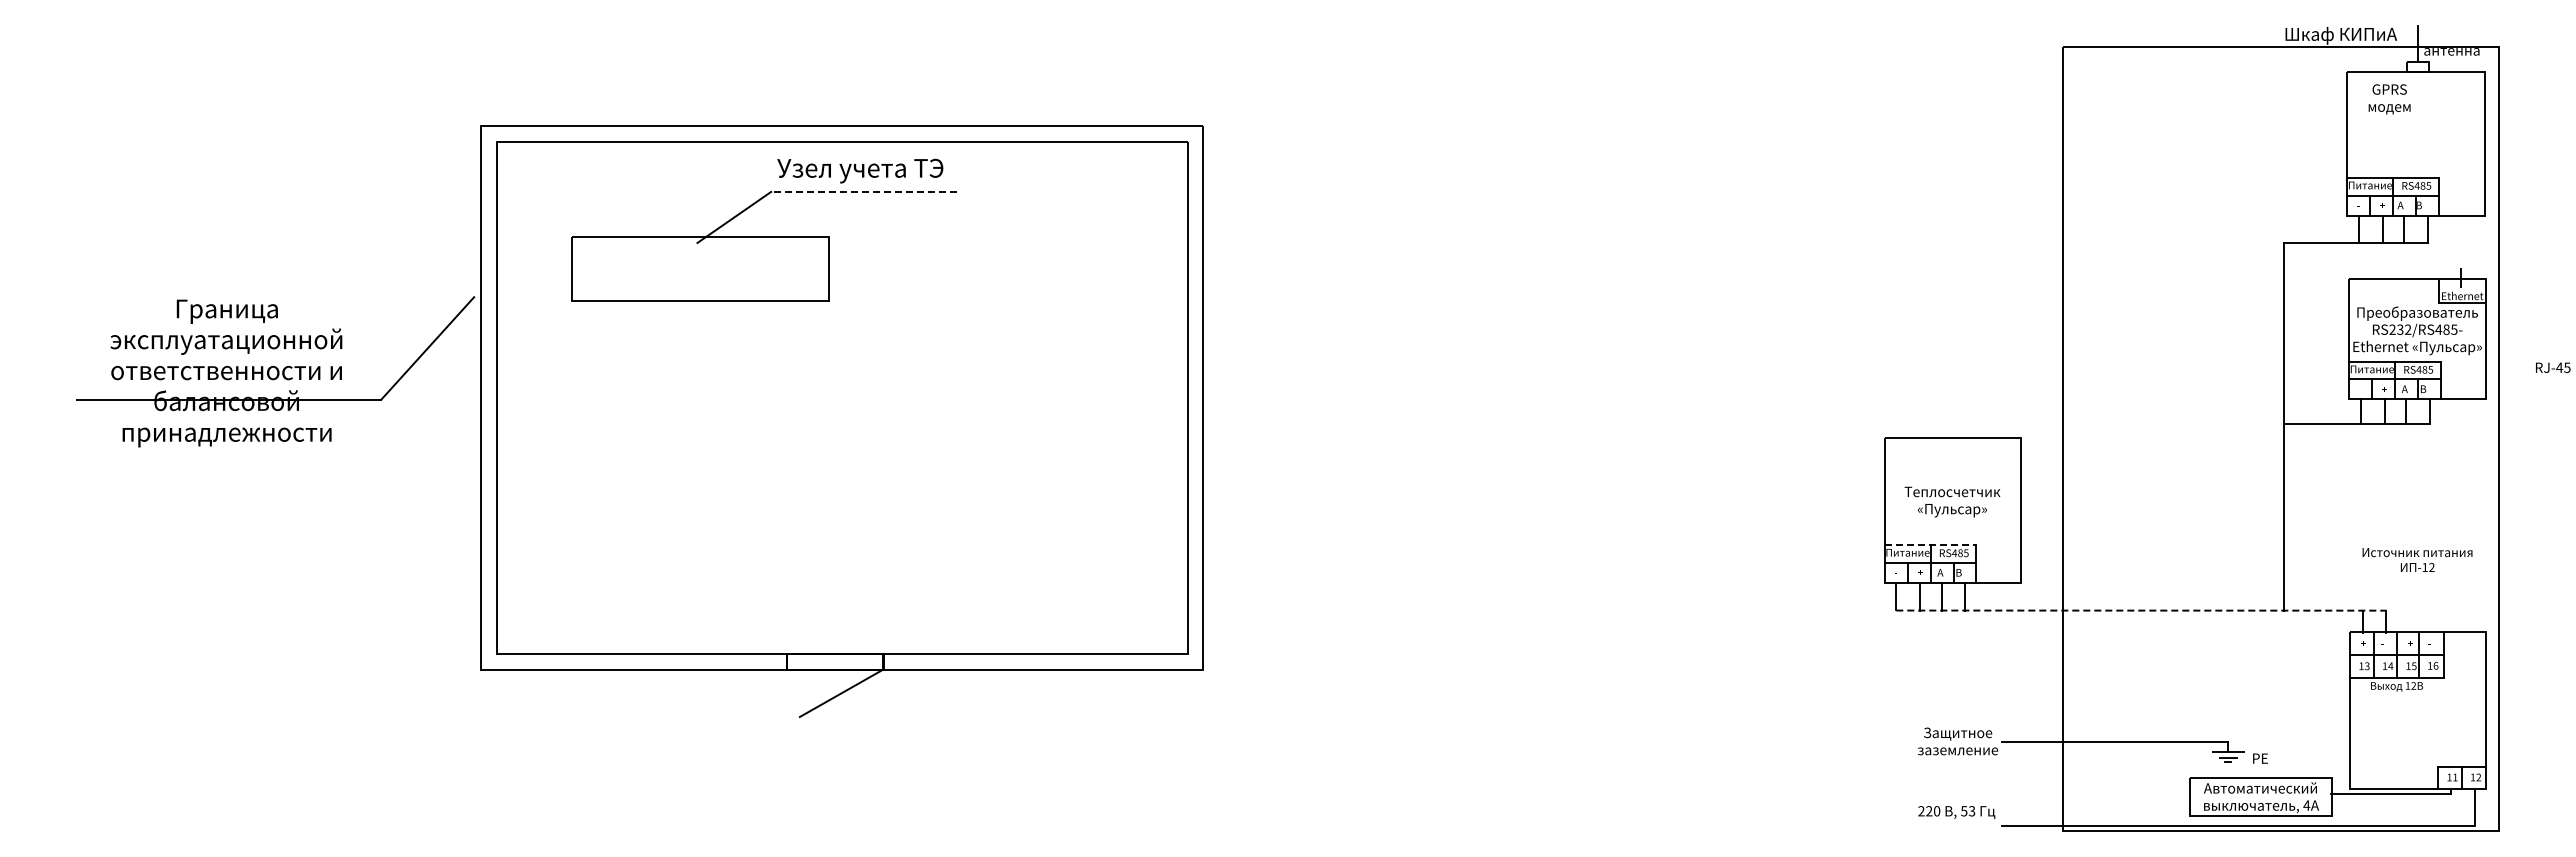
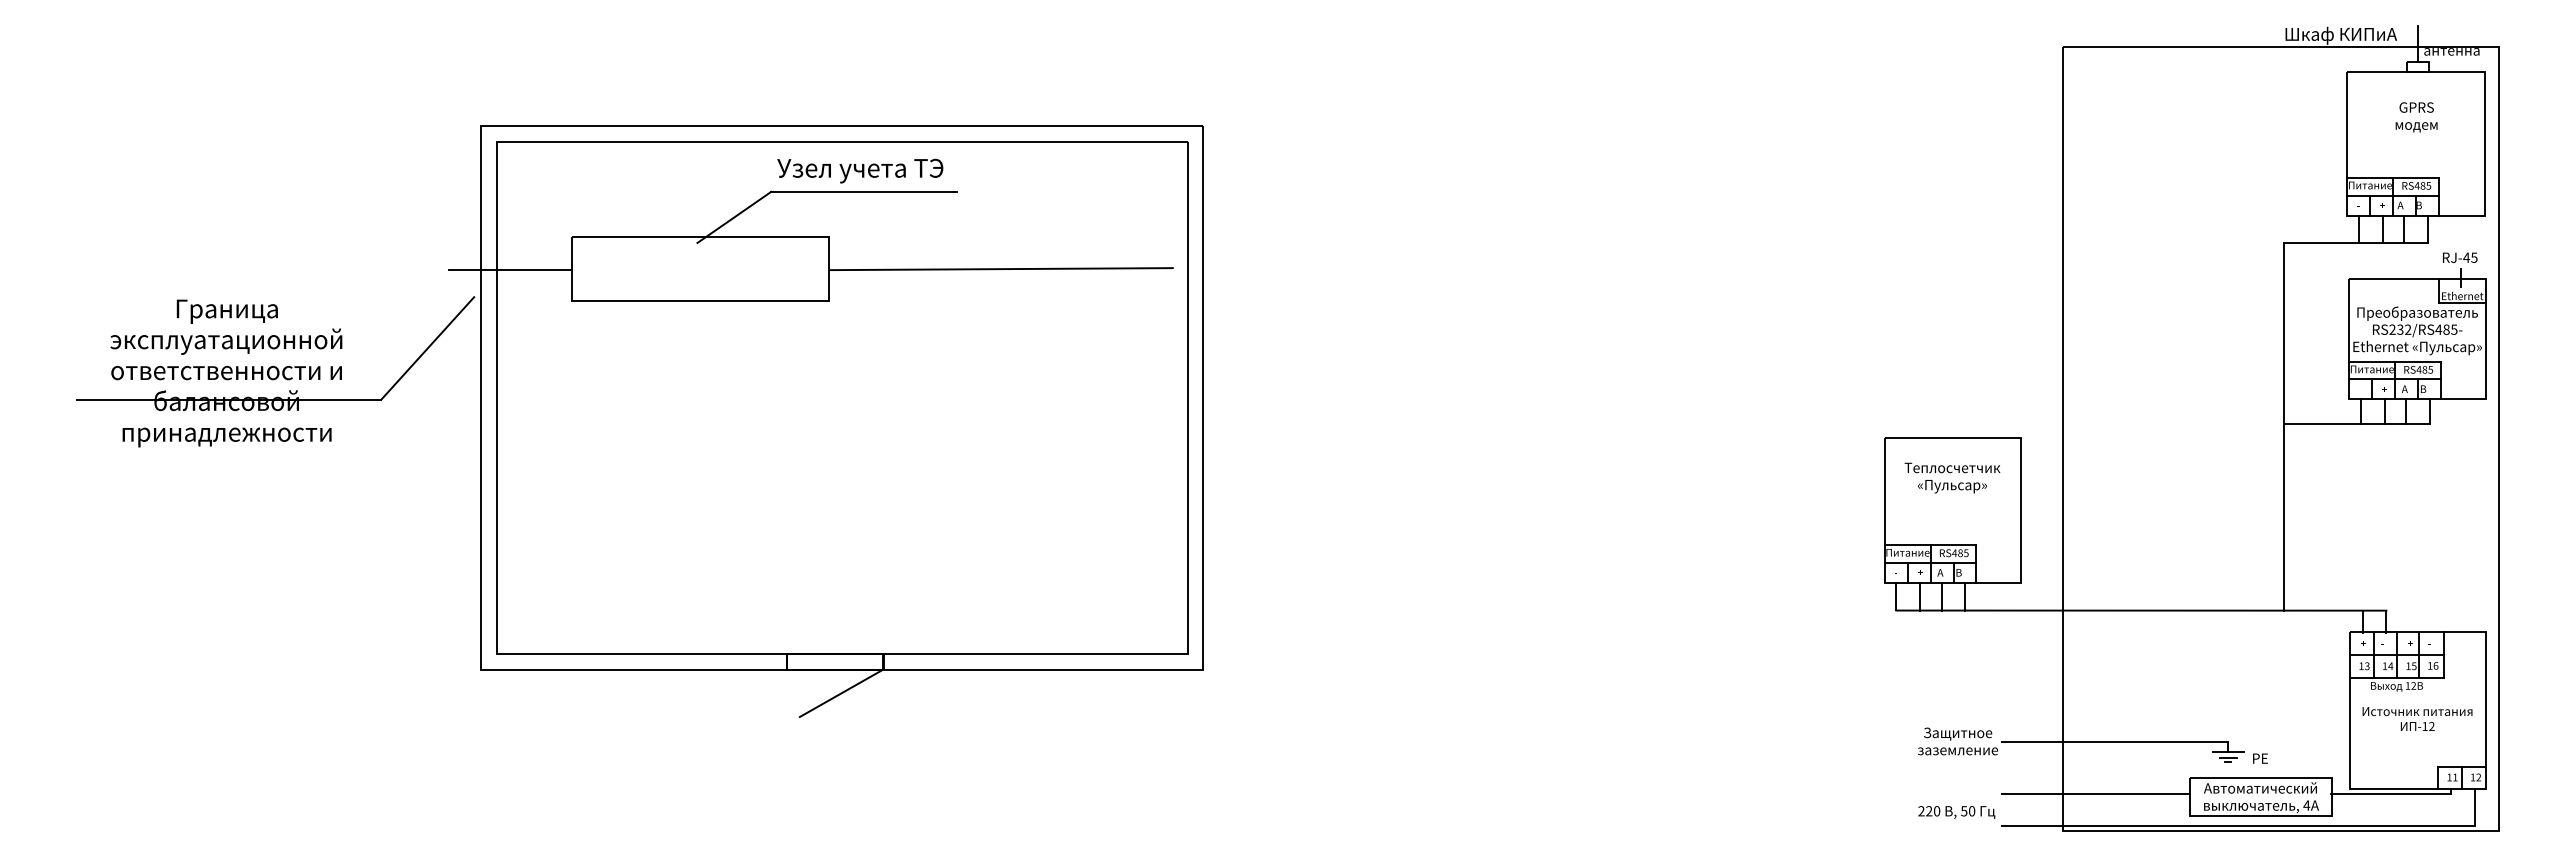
text at (2389, 99) position: (2389, 99) -> (2416, 117)
line at (863, 191): dashed -> solid
line at (1001, 269): none -> present
line at (510, 270): none -> present
text at (2553, 367) position: (2553, 367) -> (2460, 257)
text at (1952, 501) position: (1952, 501) -> (1952, 477)
line at (1930, 545): dashed -> solid
text at (2417, 559) position: (2417, 559) -> (2417, 718)
line at (2141, 610): dashed -> solid
line at (2095, 793): none -> present
text at (1971, 811): 53 -> 50
